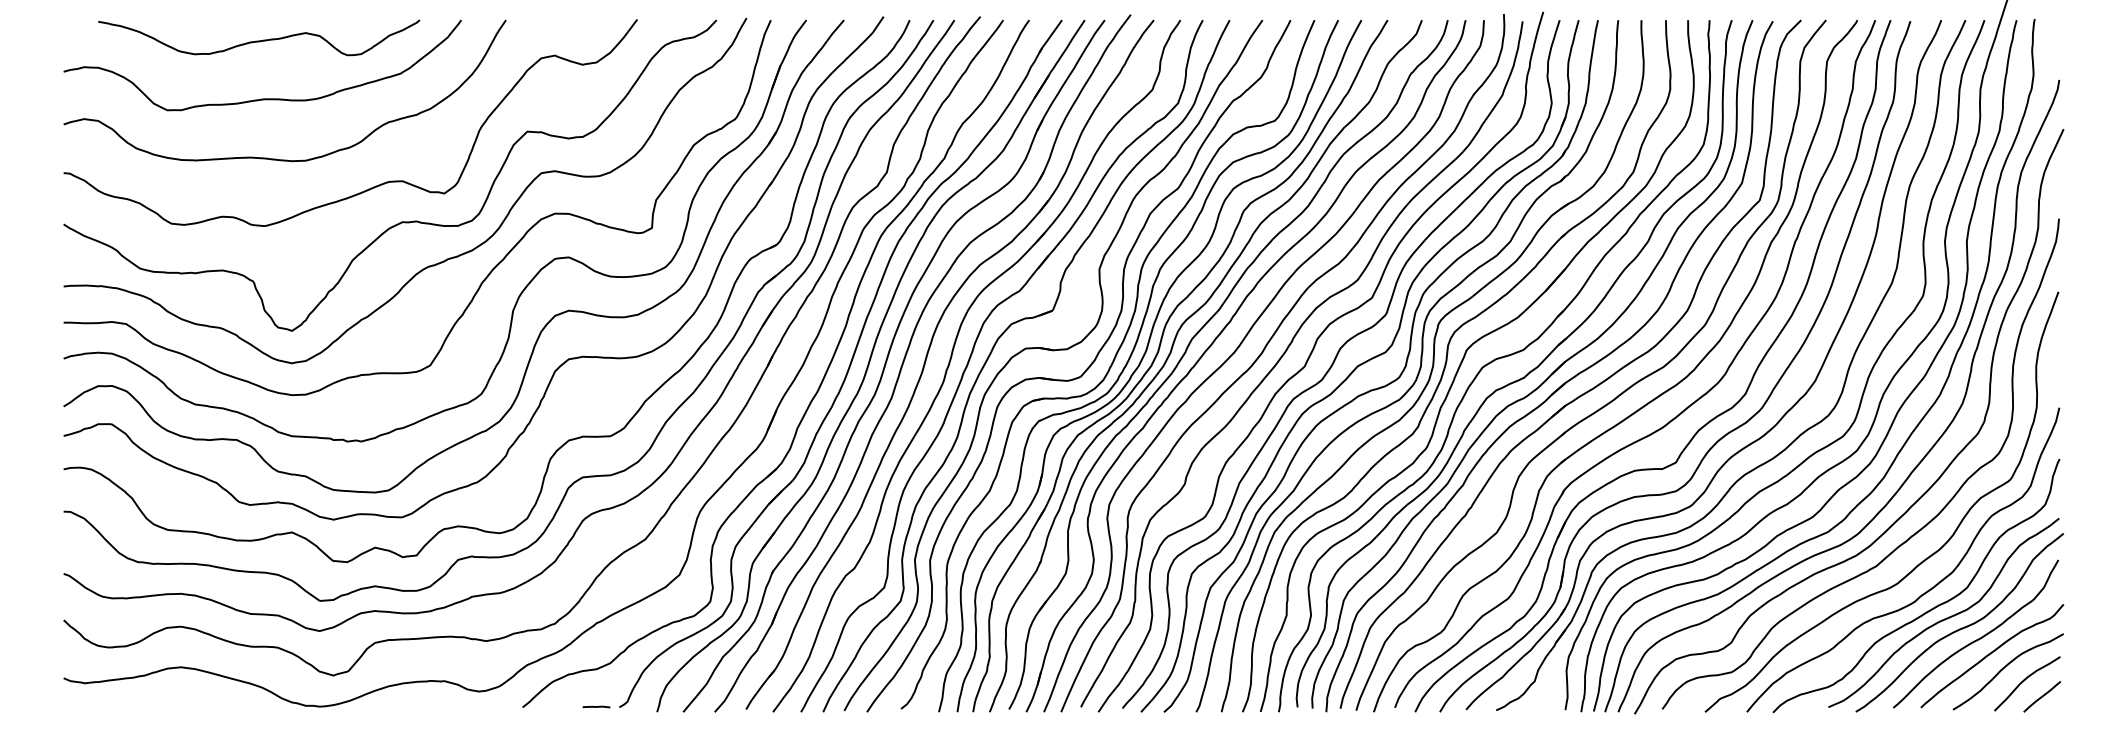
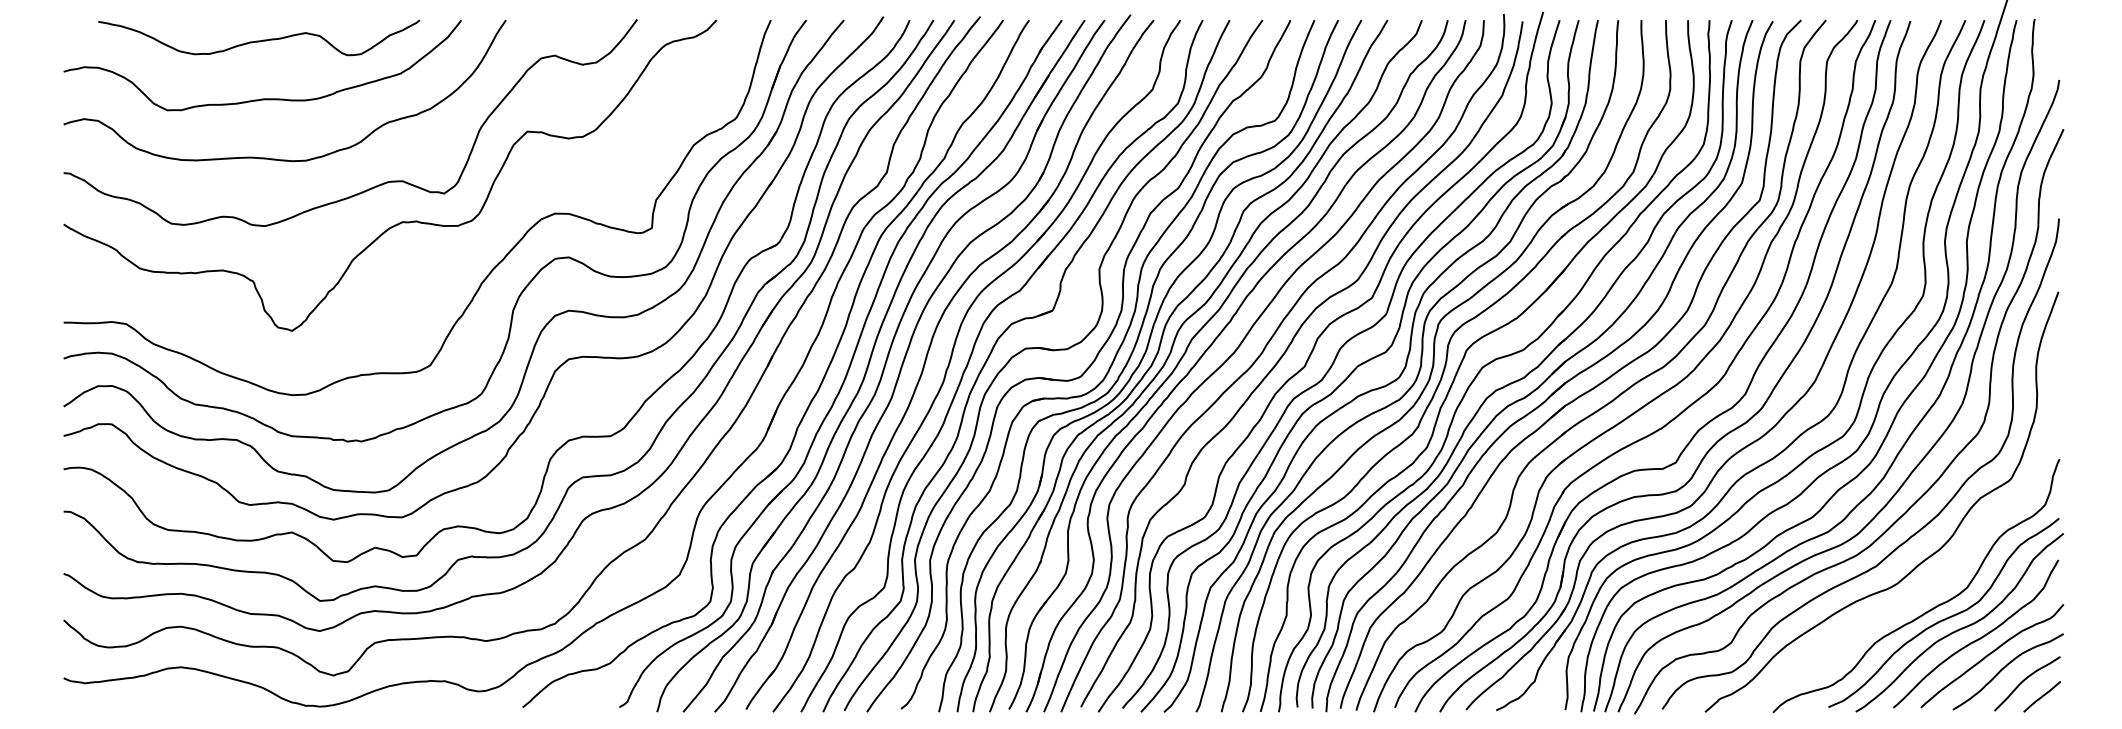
curve at (429, 265): present -> none
curve at (1925, 591): present -> none
line at (596, 706): present -> none
